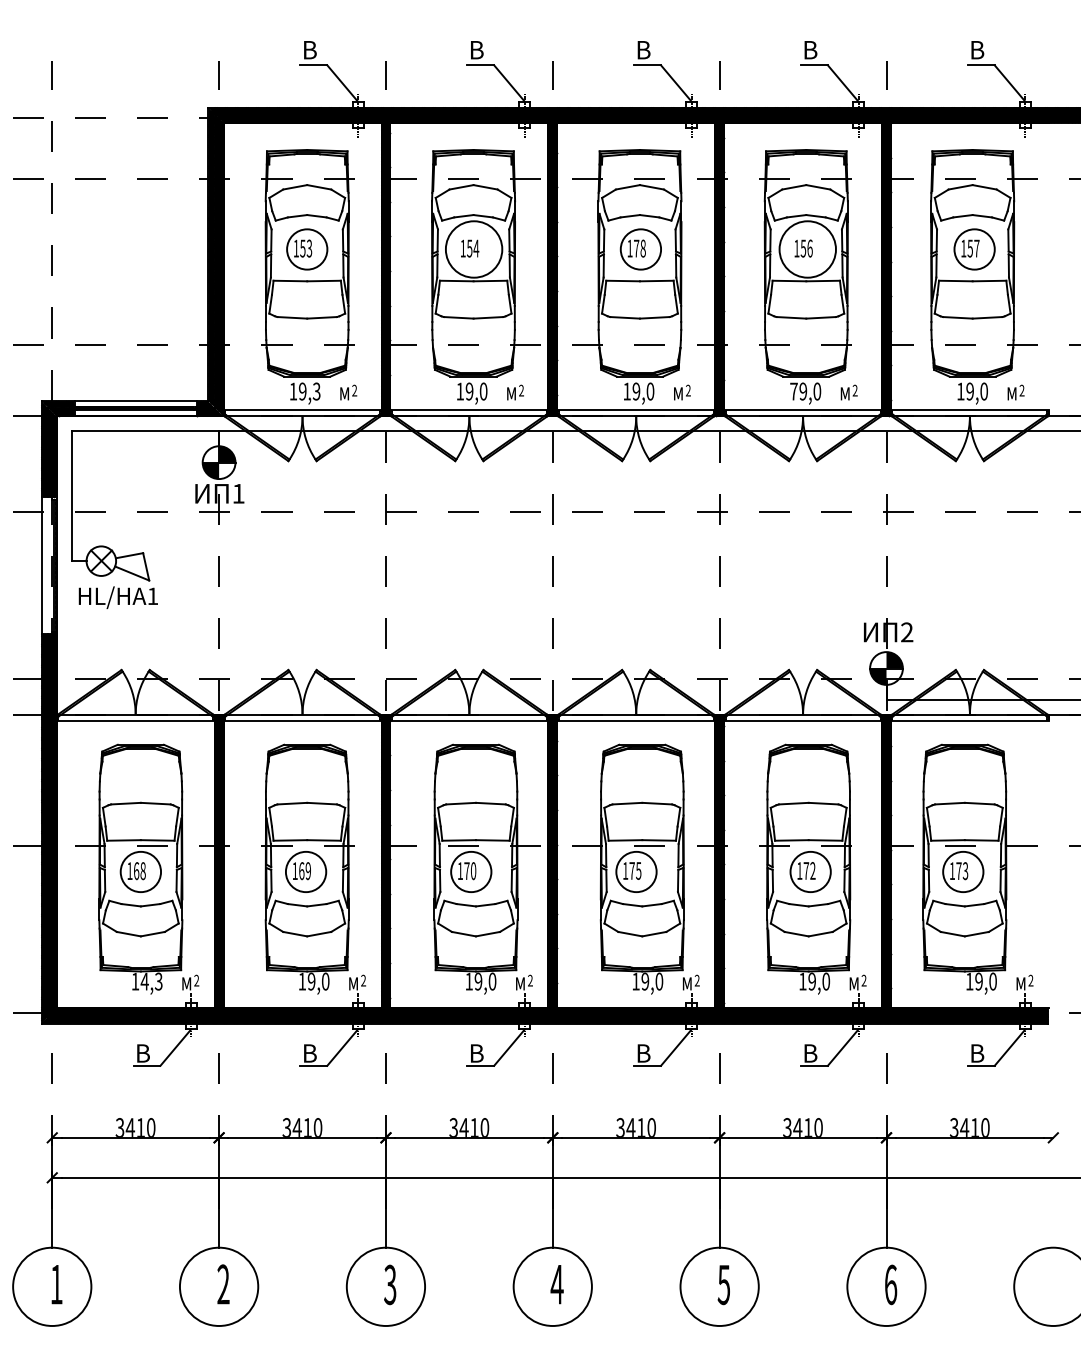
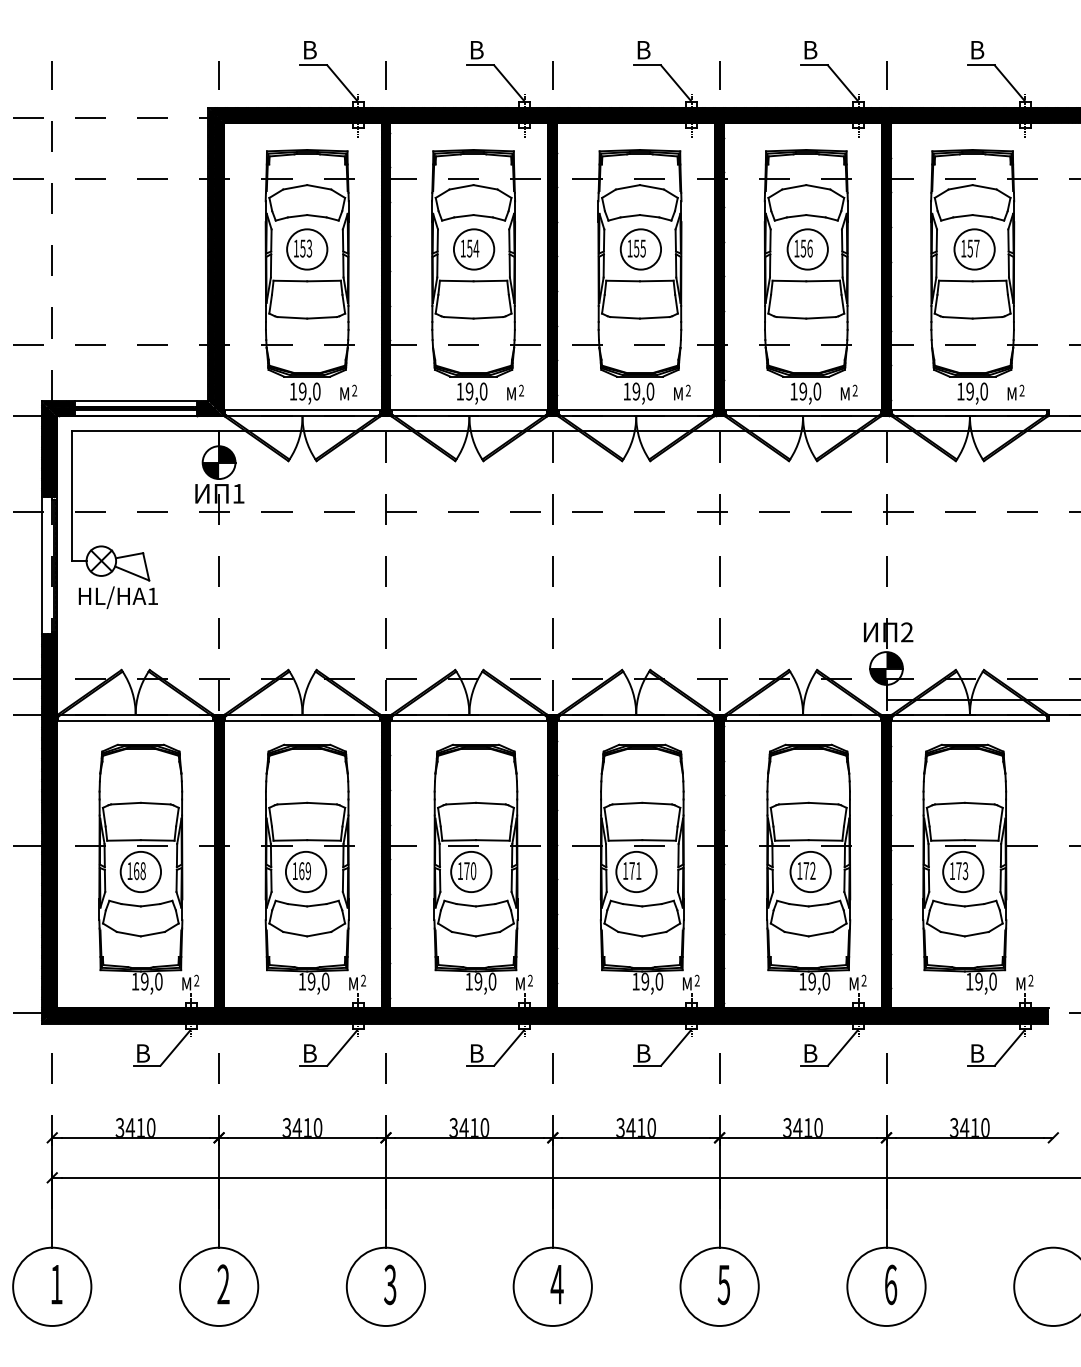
text at (639, 248): 178 -> 155
circle at (473, 249) diameter: 56 px -> 40 px
circle at (807, 249) diameter: 56 px -> 40 px
text at (316, 391): 19,3 -> 19,0
text at (793, 391): 79,0 -> 19,0
text at (638, 870): 175 -> 171
text at (151, 981): 14,3 -> 19,0
